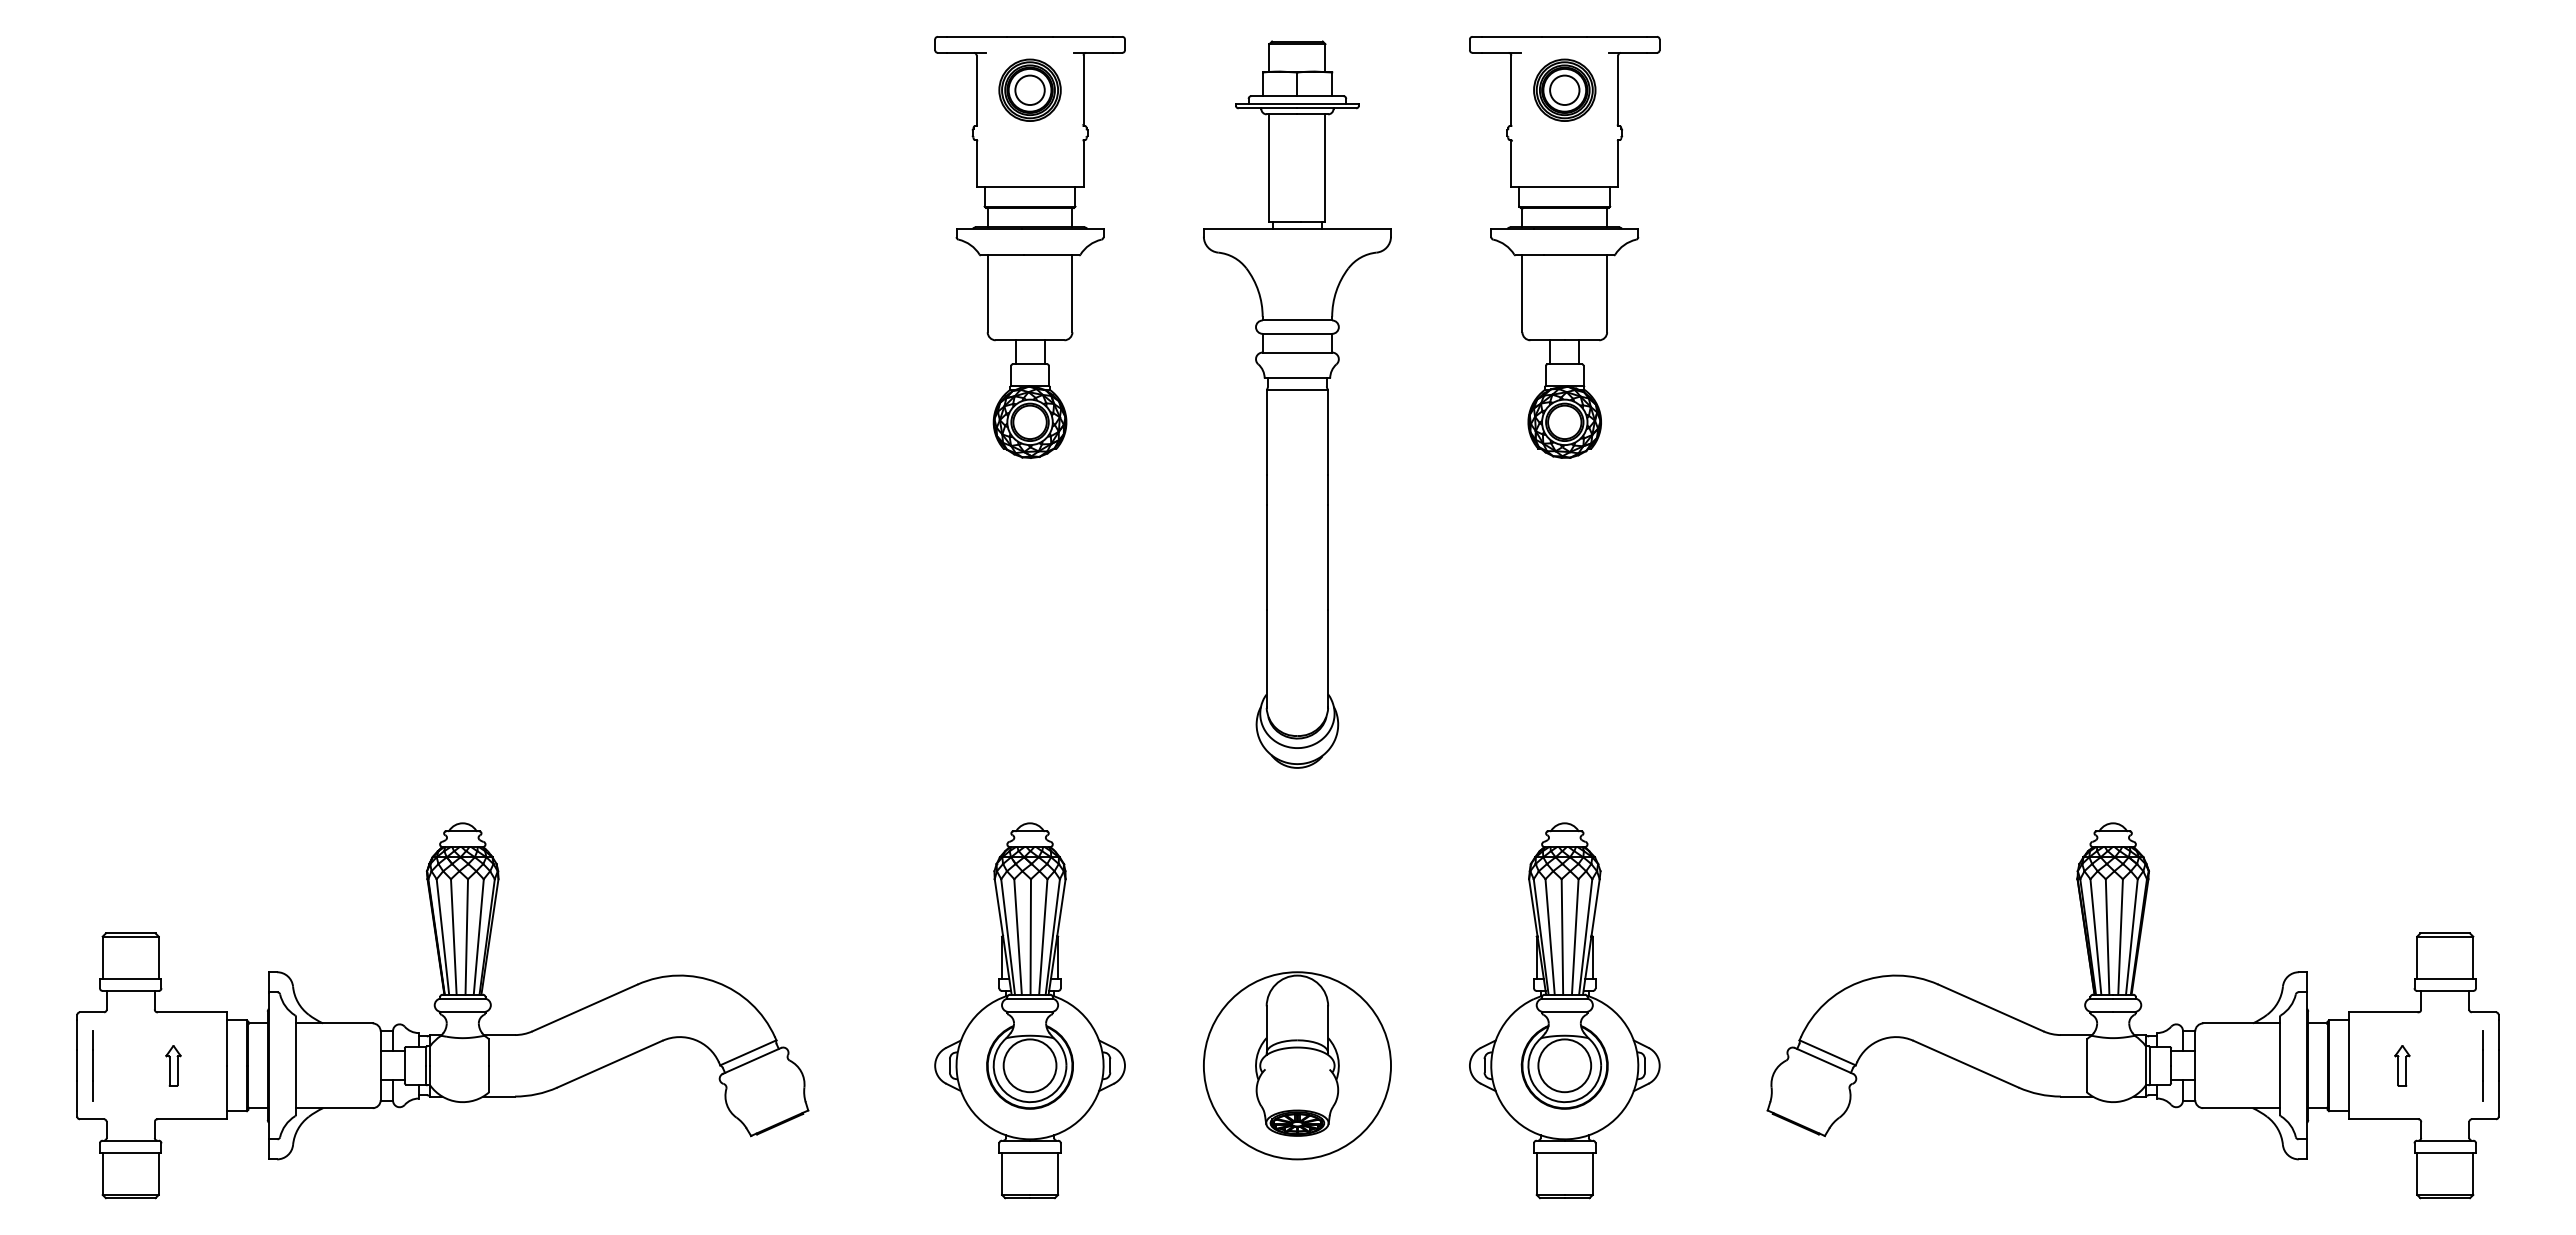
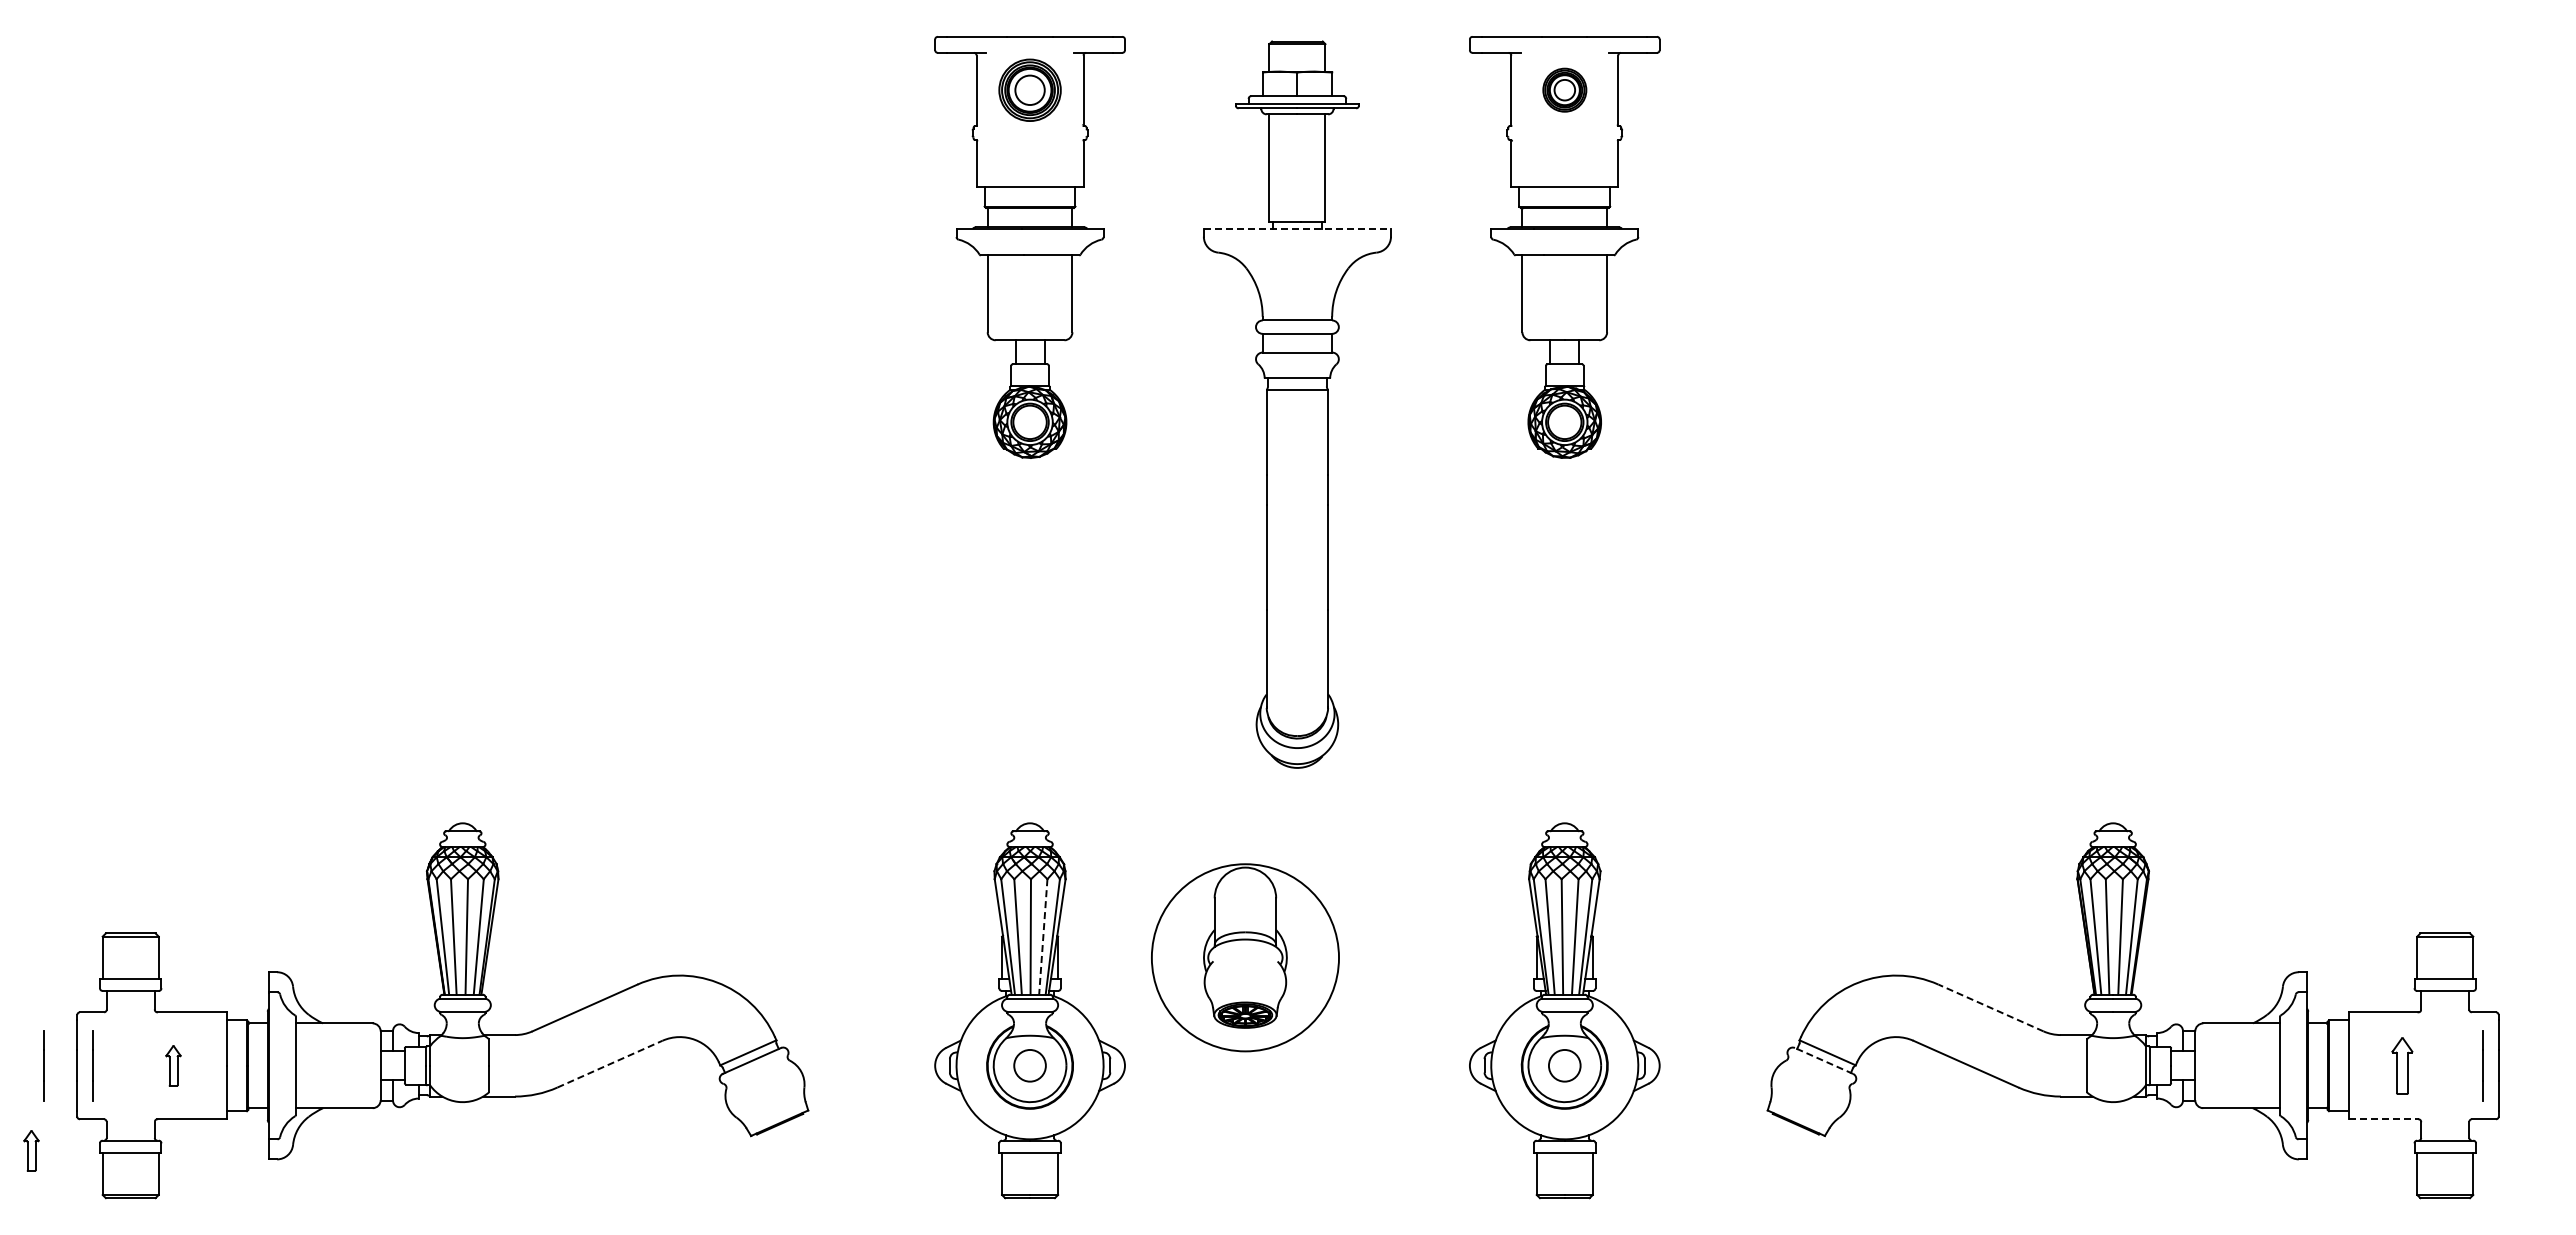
part at (1564, 89) size: 64x64 px -> 46x46 px
line at (1297, 228): solid -> dashed
line at (1043, 936): solid -> dashed
line at (1990, 1007): solid -> dashed
line at (1824, 1060): solid -> dashed
line at (610, 1063): solid -> dashed
line at (43, 1065): none -> present
circle at (1029, 1065) diameter: 53 px -> 32 px
part at (1297, 1065) position: (1297, 1065) -> (1245, 957)
circle at (1564, 1065) diameter: 53 px -> 32 px
part at (2402, 1065) size: 17x42 px -> 23x58 px
line at (2383, 1119): solid -> dashed
part at (31, 1150): none -> present
